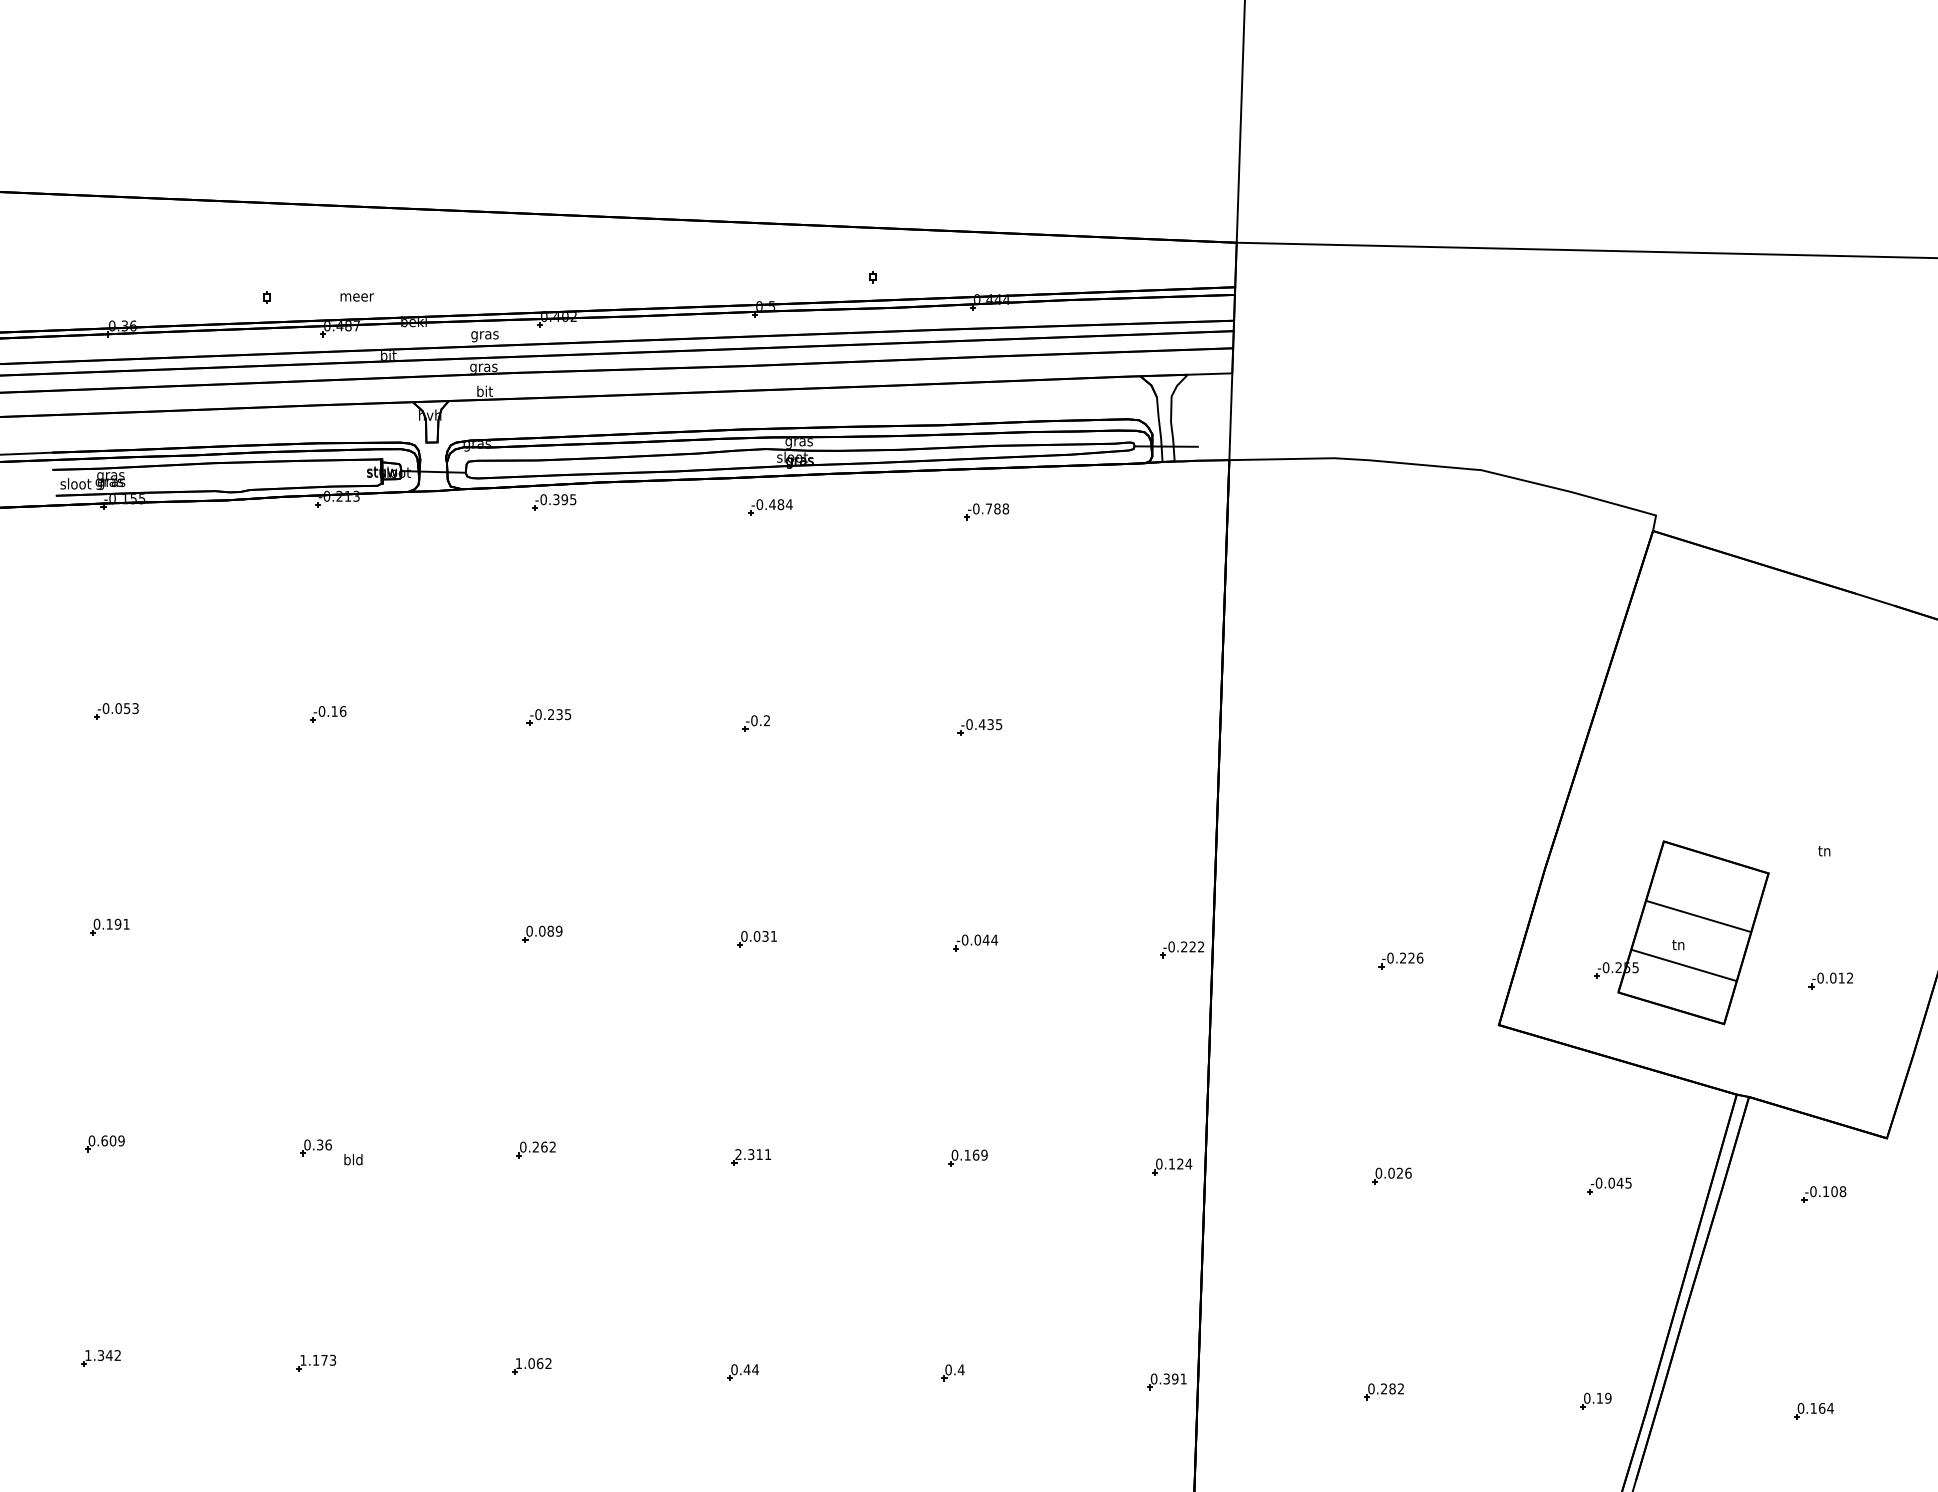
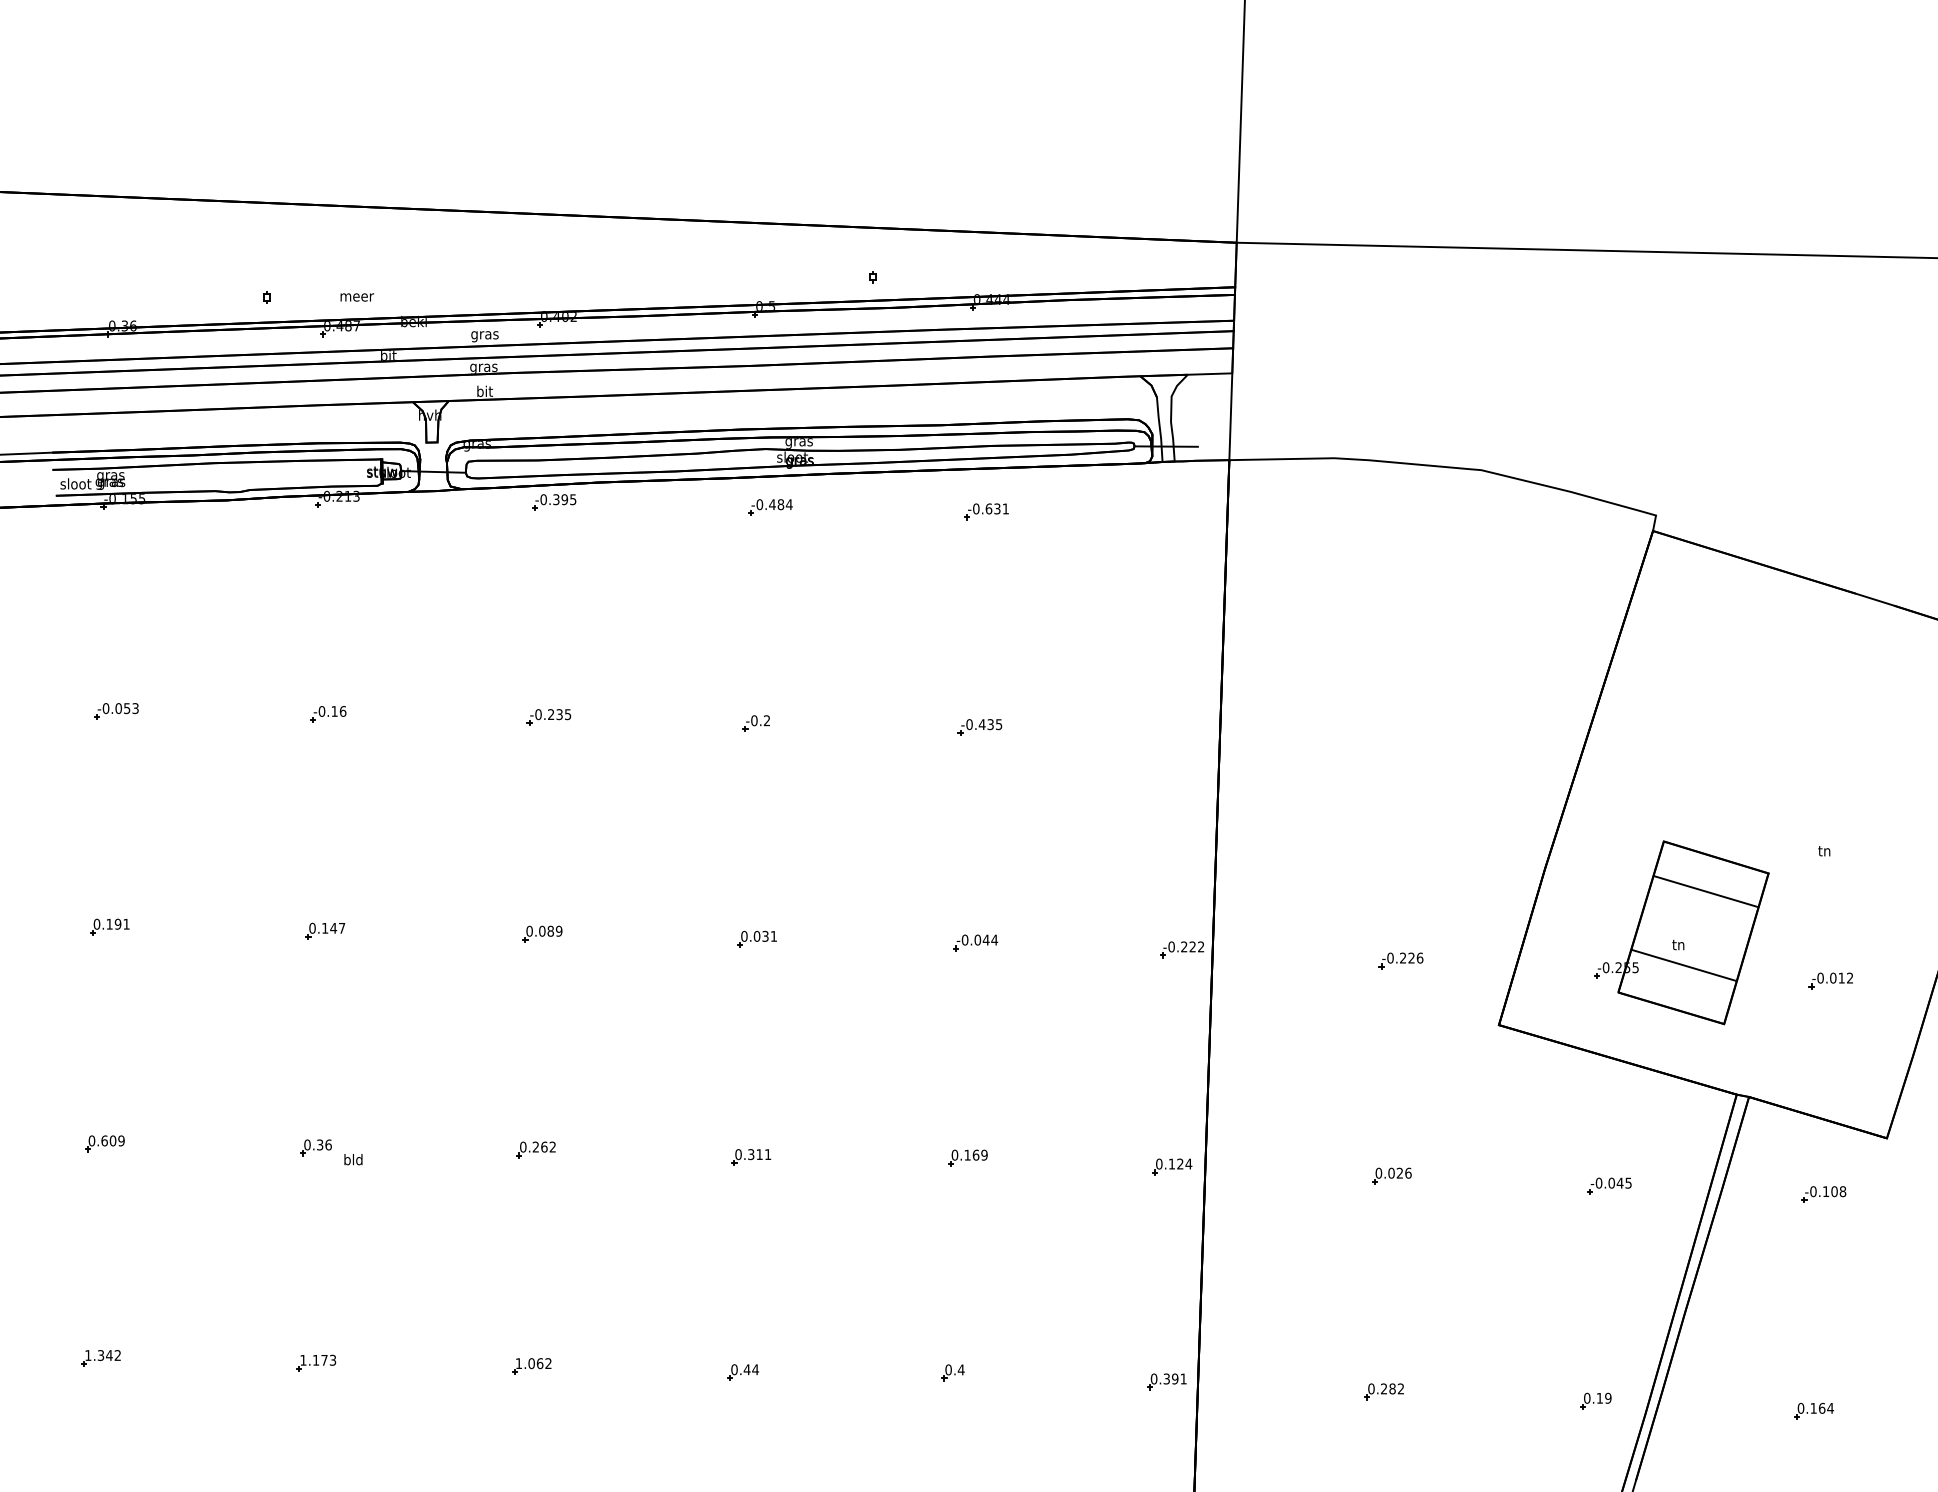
text at (997, 508): -0.788 -> -0.631
line at (1698, 916) position: (1698, 916) -> (1705, 891)
part at (325, 930): none -> present
text at (738, 1154): 2.311 -> 0.311
